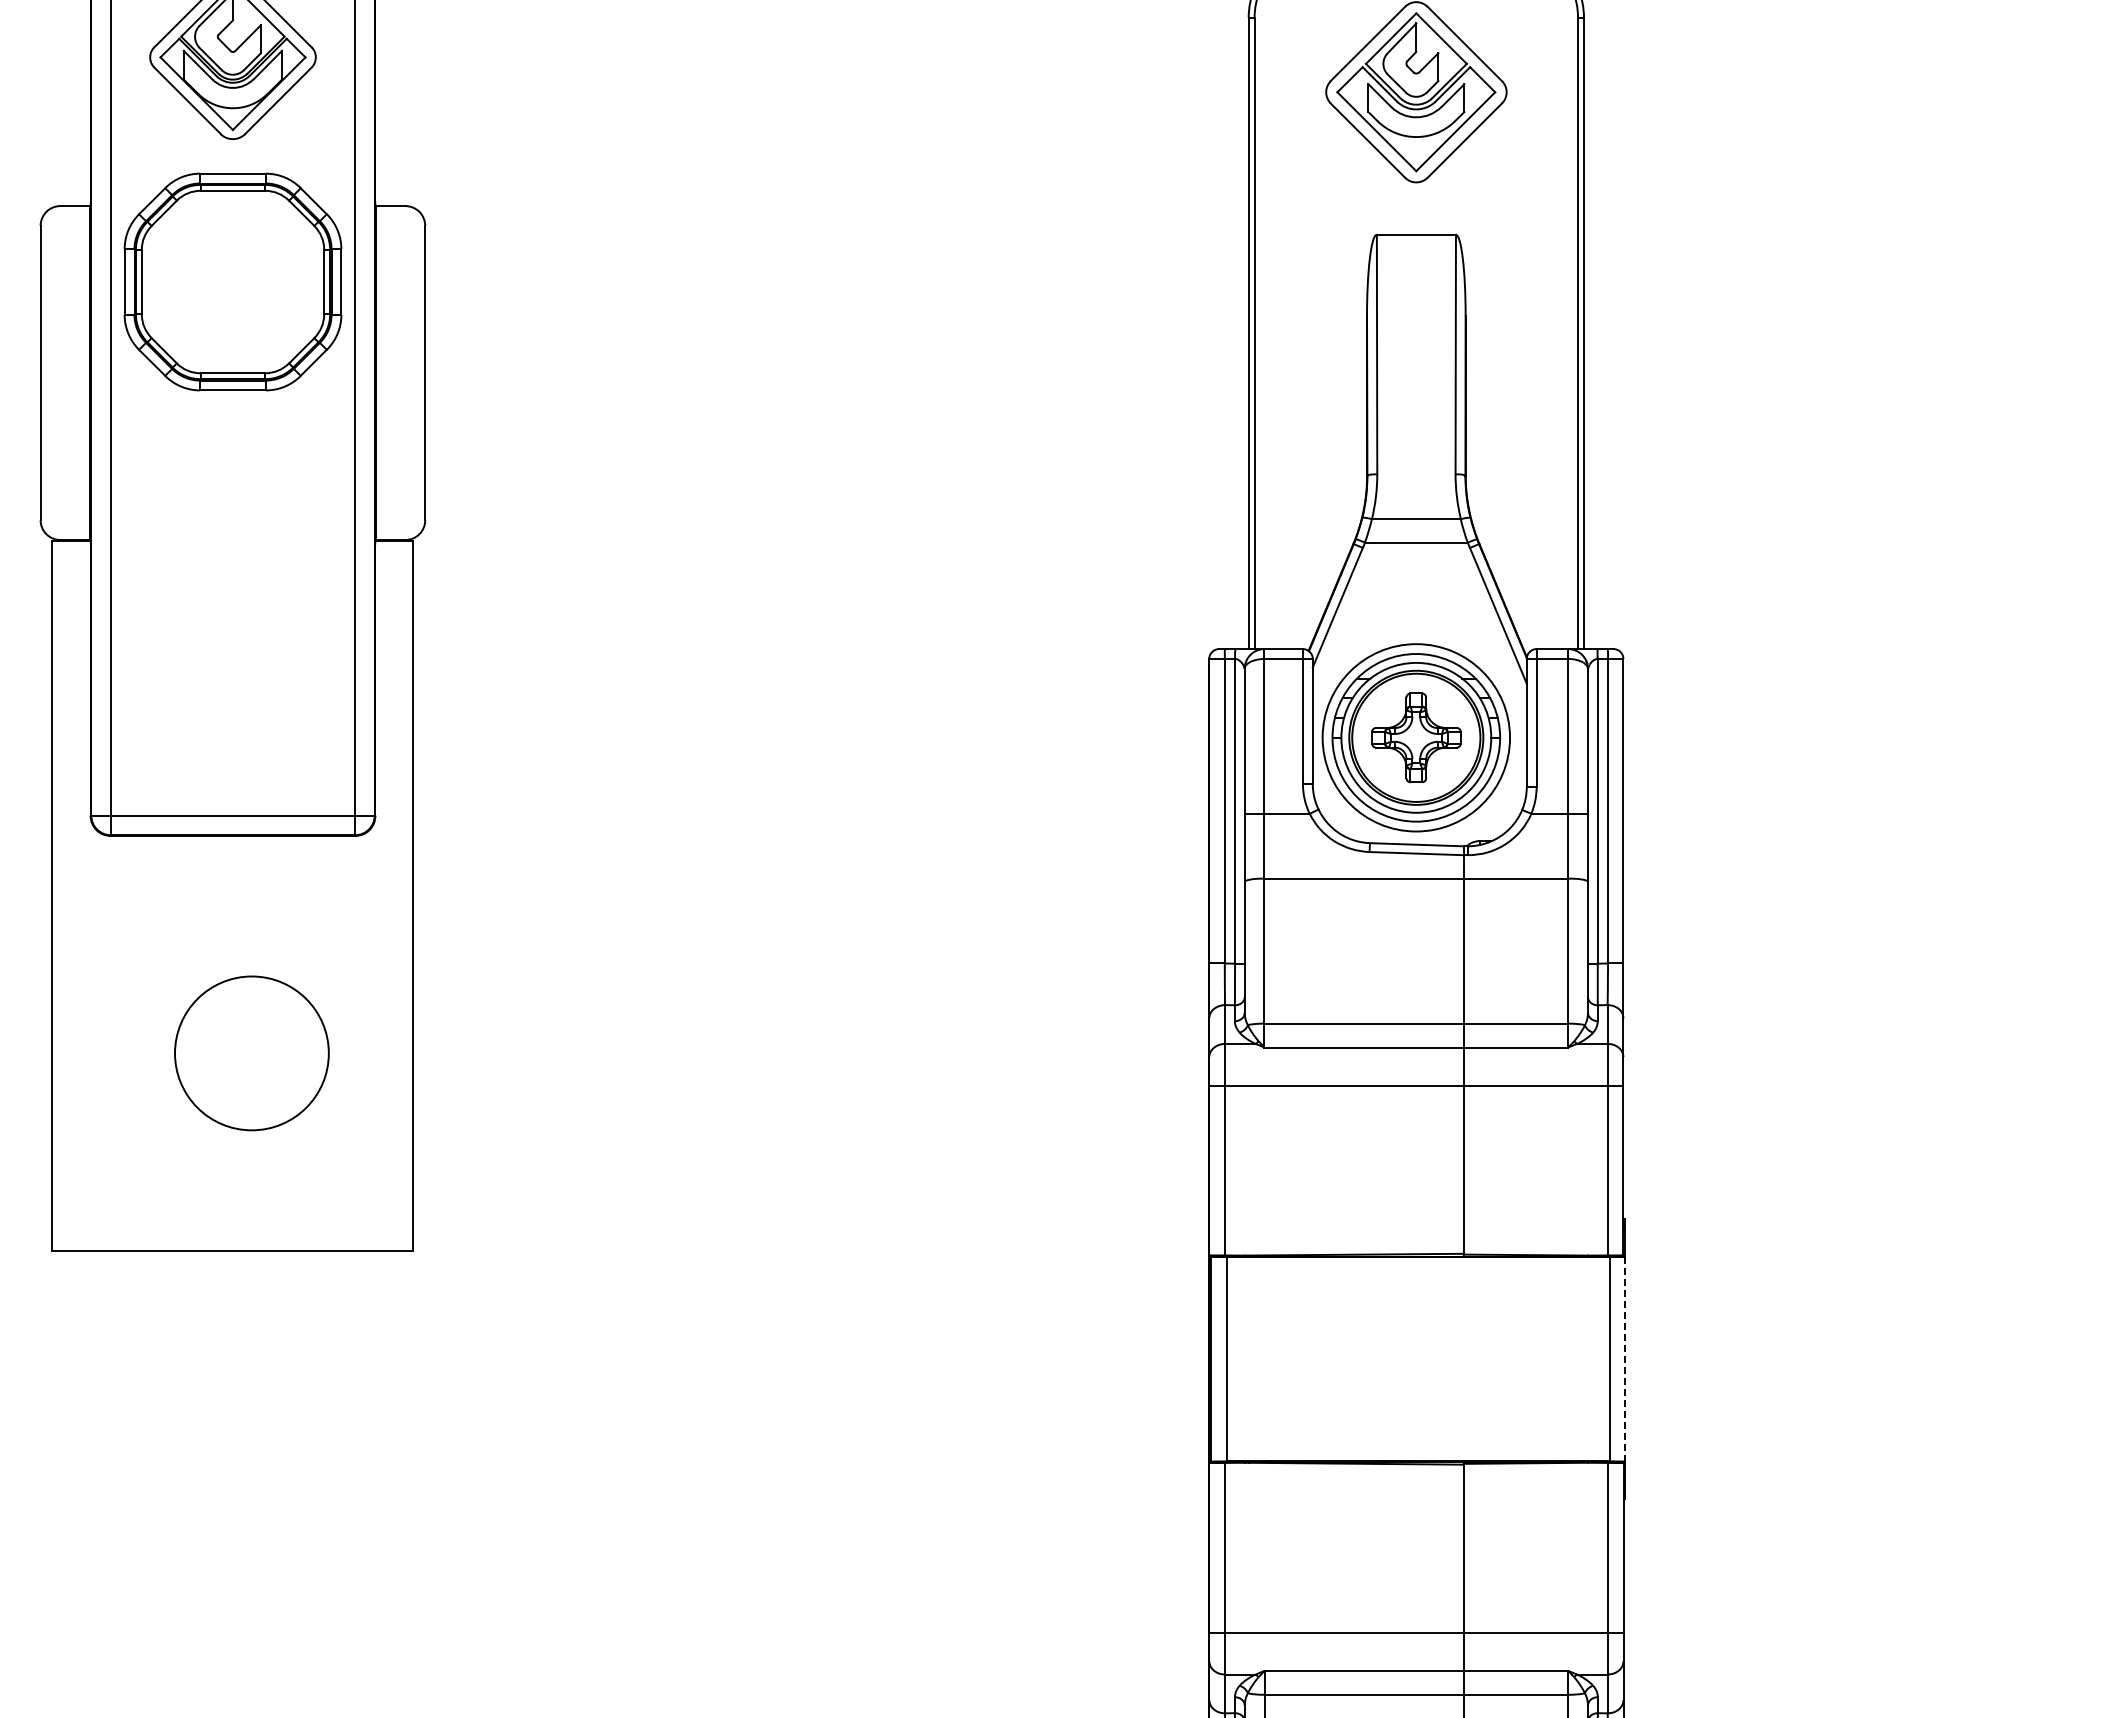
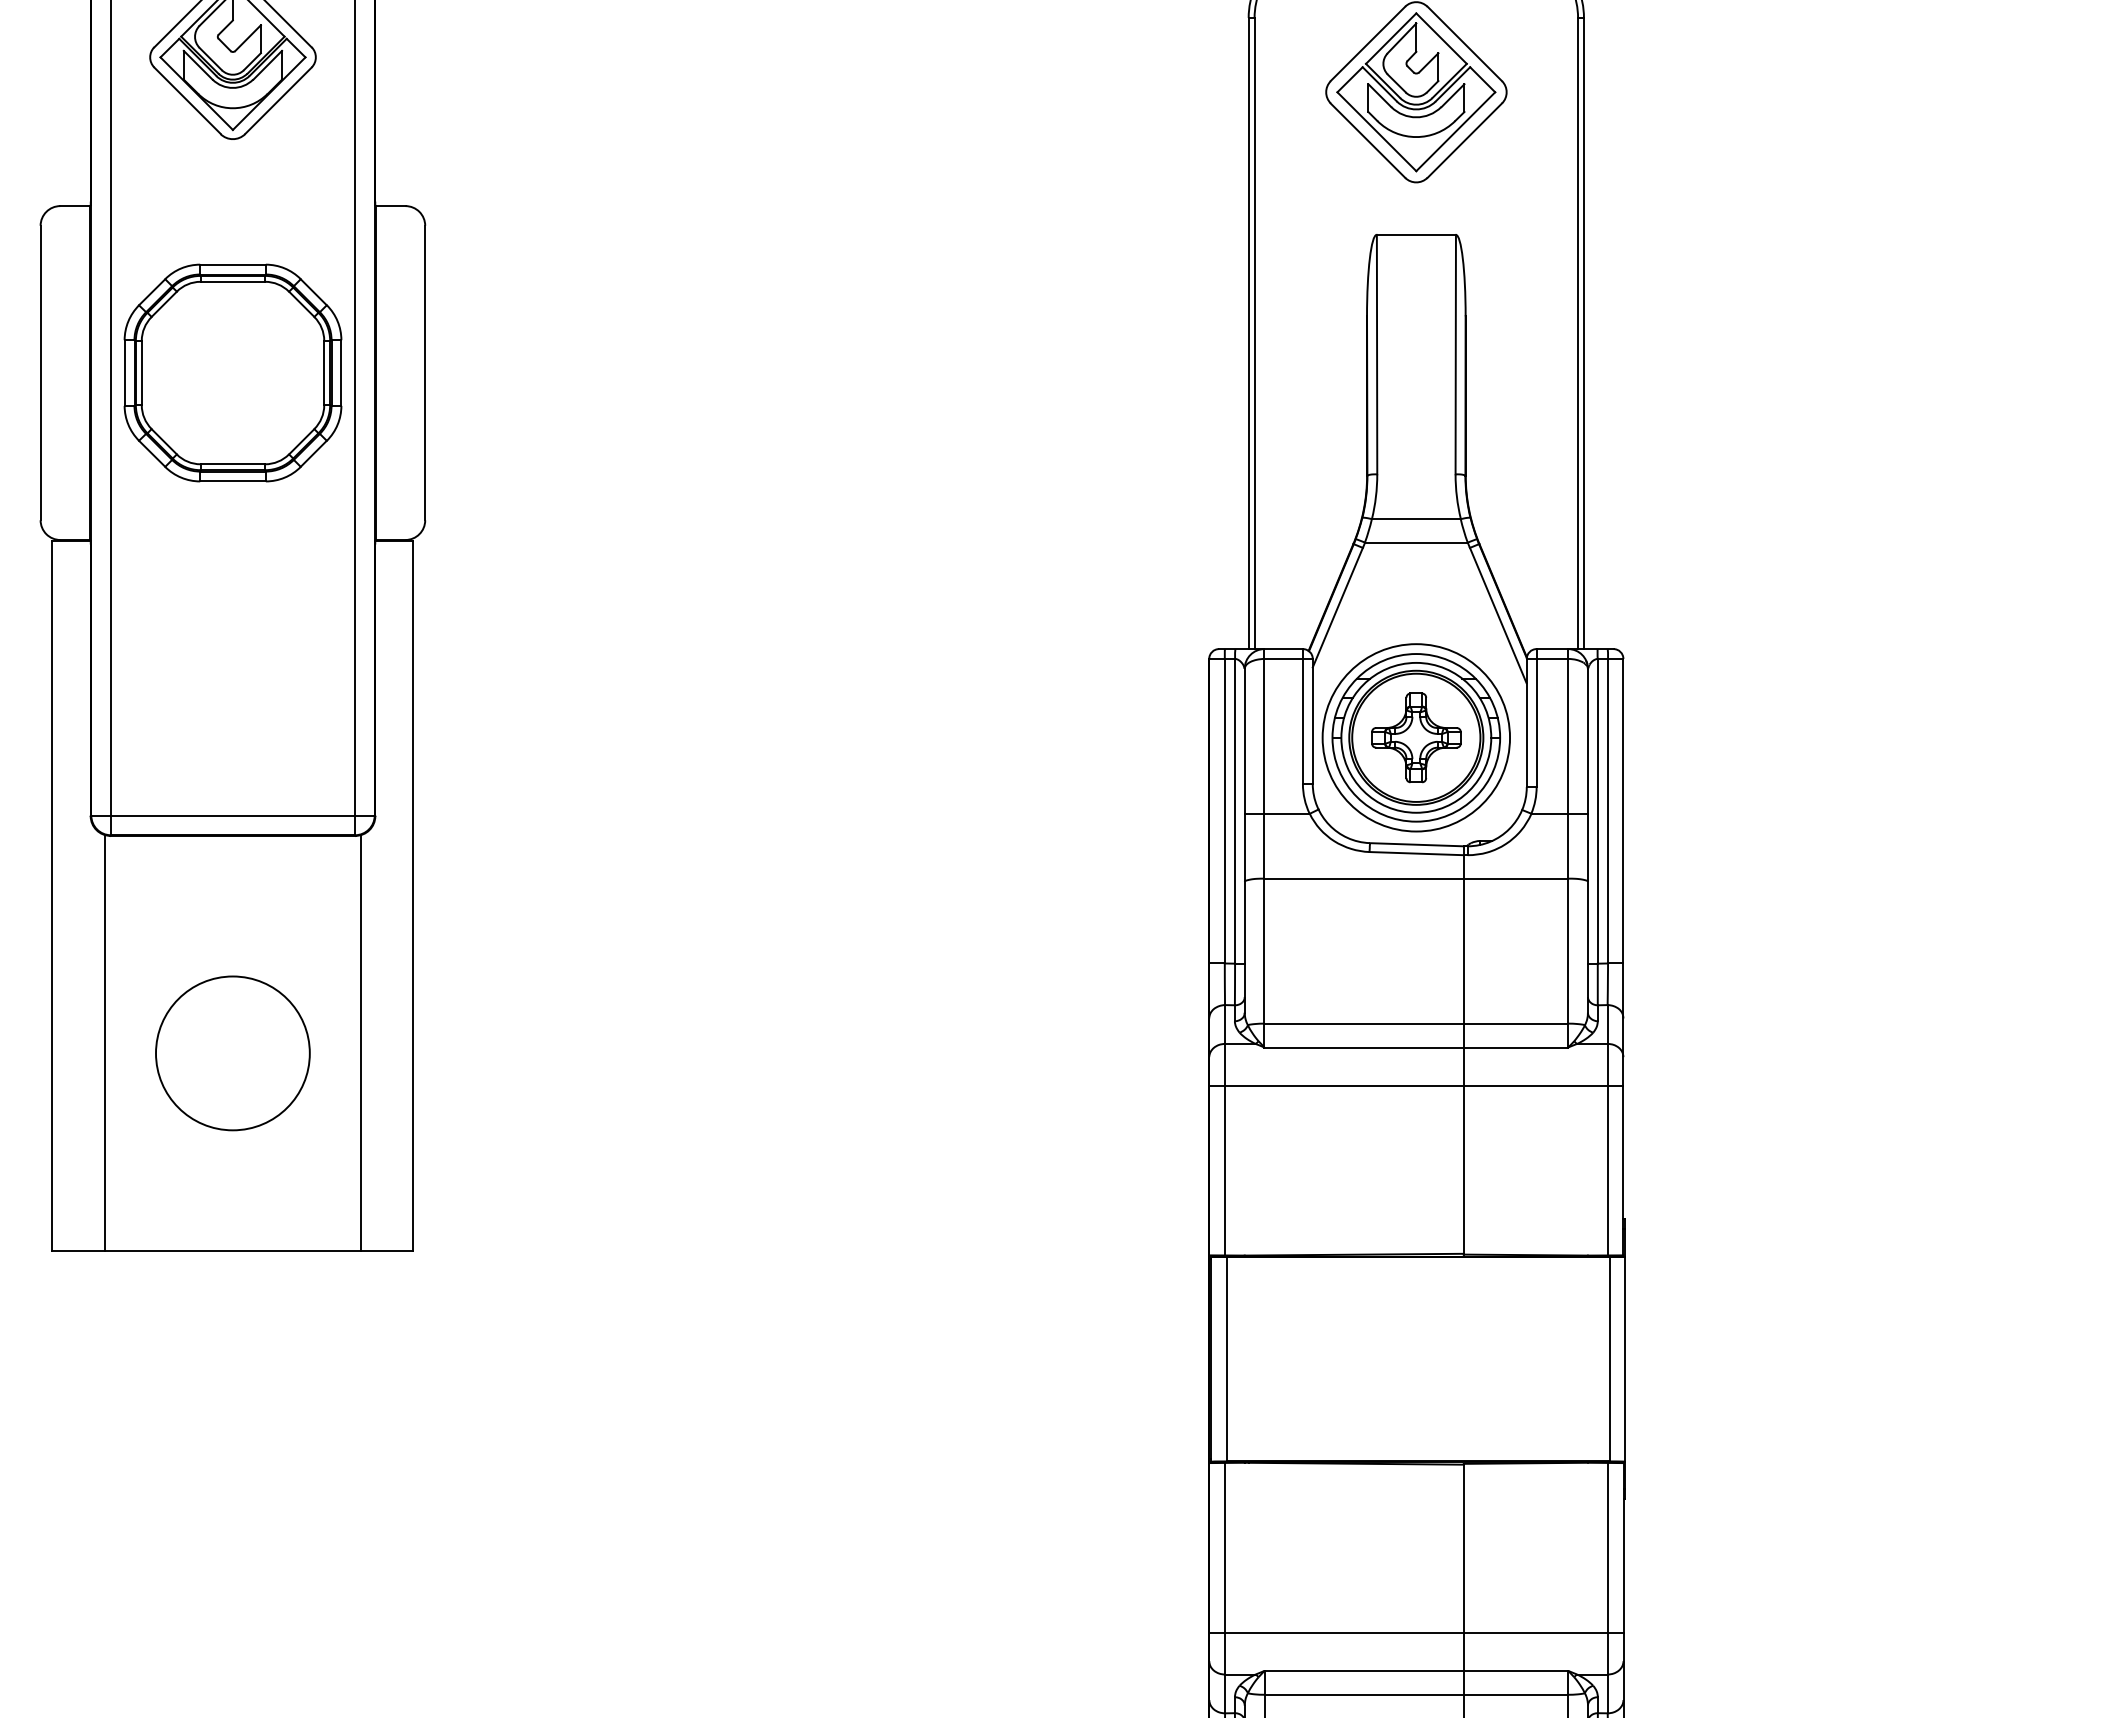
part at (232, 281) position: (232, 281) -> (232, 372)
line at (104, 1042): none -> present
line at (361, 1042): none -> present
circle at (251, 1053) position: (251, 1053) -> (232, 1053)
line at (1625, 1359): dashed -> solid
